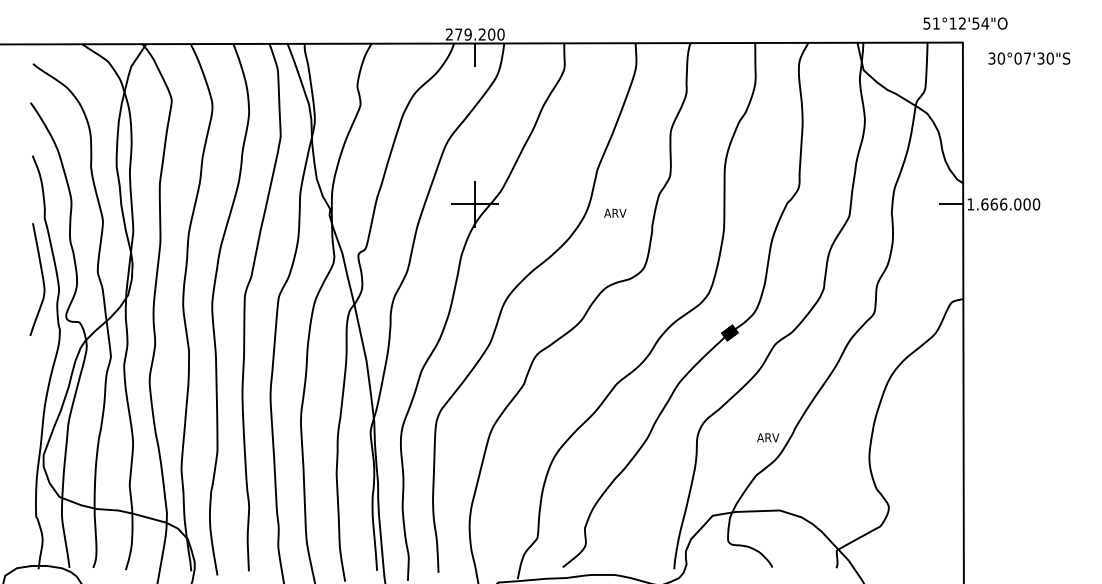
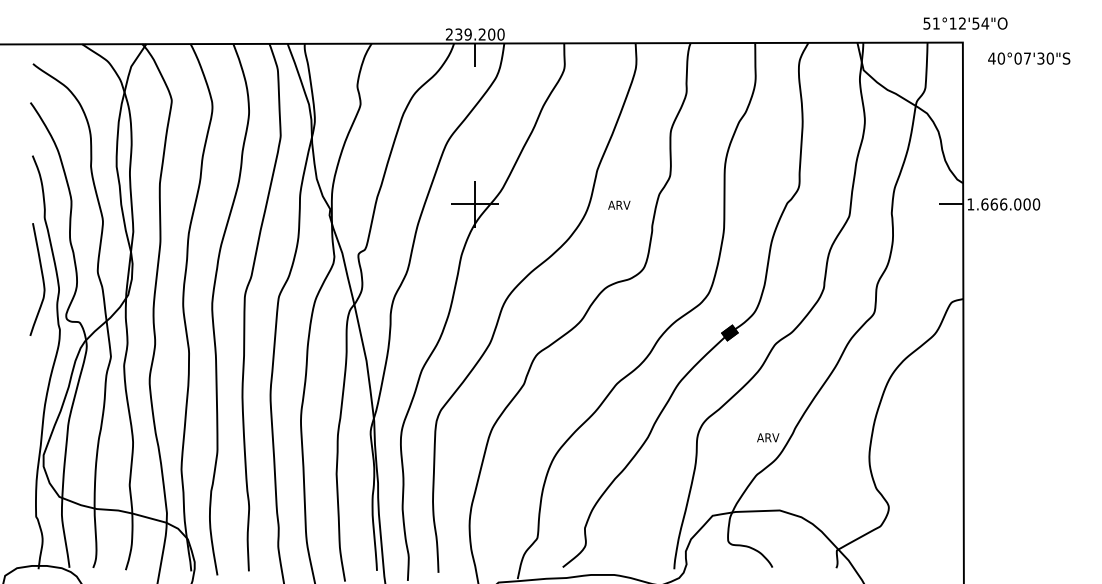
text at (458, 34): 279.200 -> 239.200
text at (991, 58): 30°07'30"S -> 40°07'30"S
text at (615, 212) position: (615, 212) -> (619, 204)
